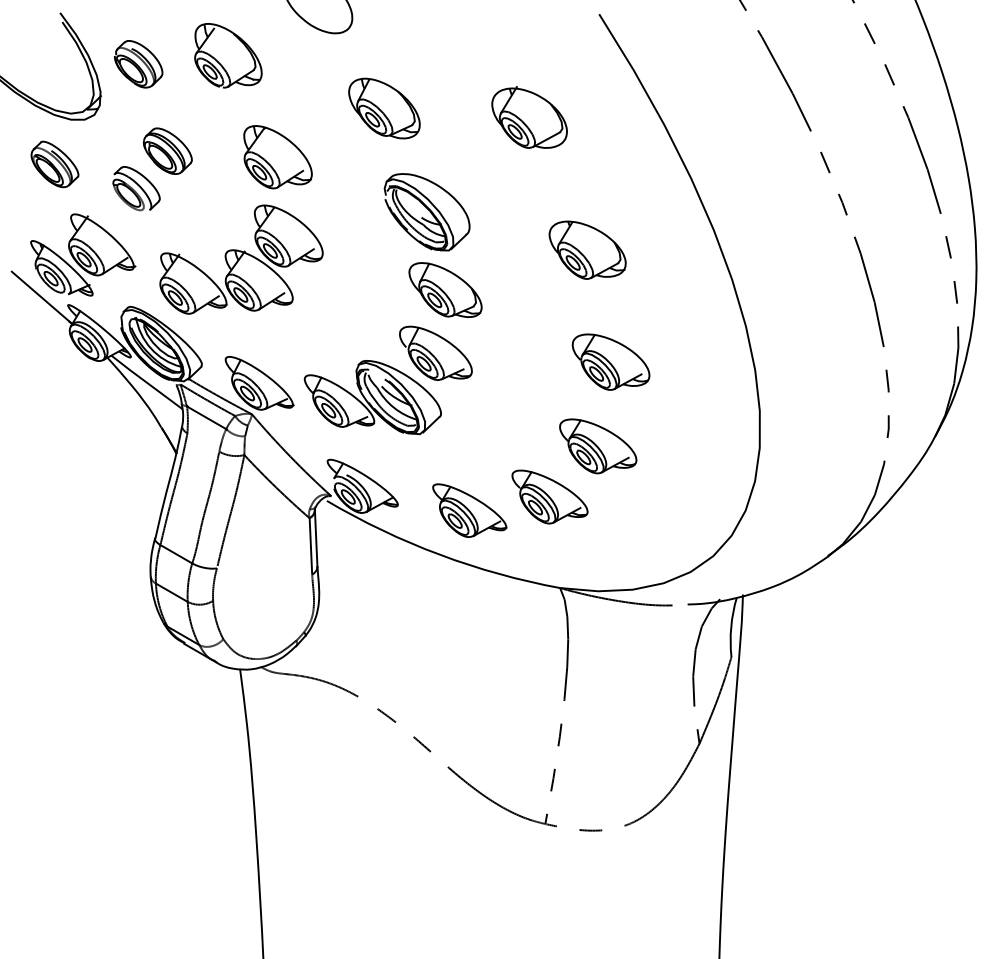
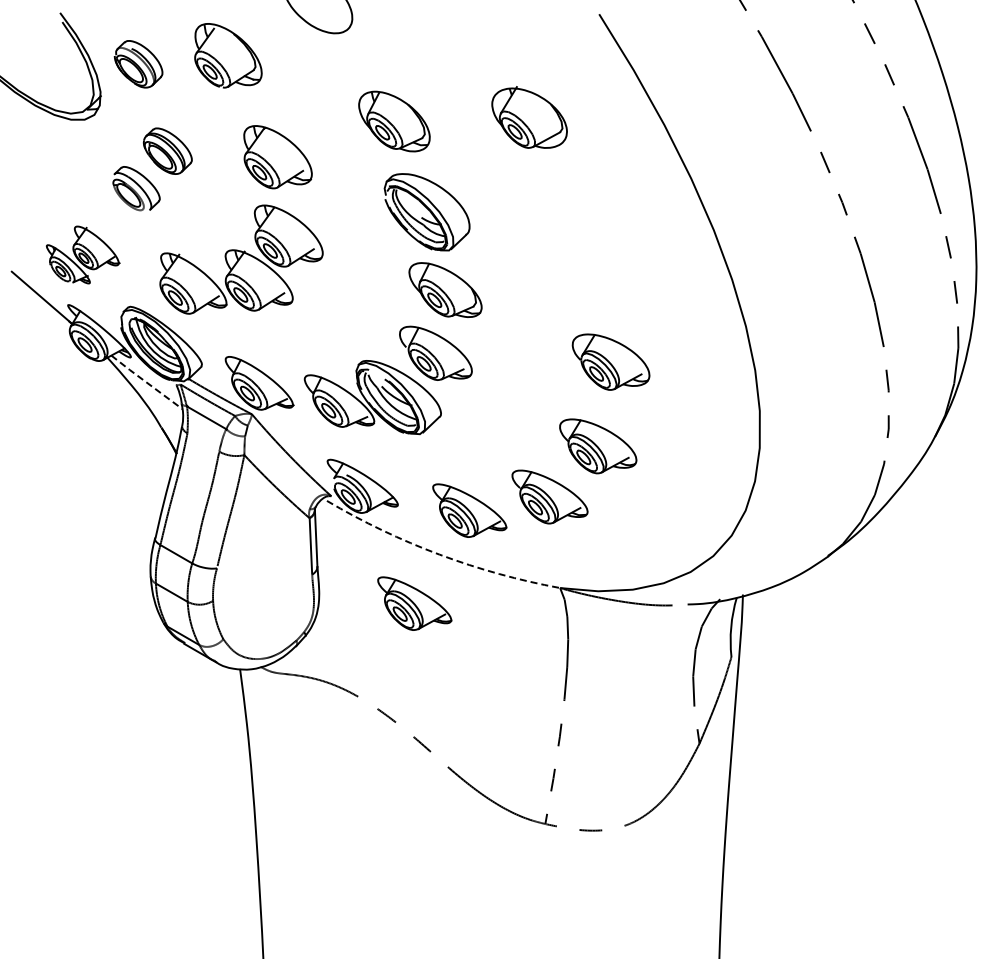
part at (384, 108) position: (384, 108) -> (394, 121)
part at (54, 164): present -> none
part at (587, 249): present -> none
part at (83, 254) size: 107x84 px -> 75x60 px
line at (146, 382): solid -> dashed
arc at (439, 554): solid -> dashed
part at (414, 603): none -> present
